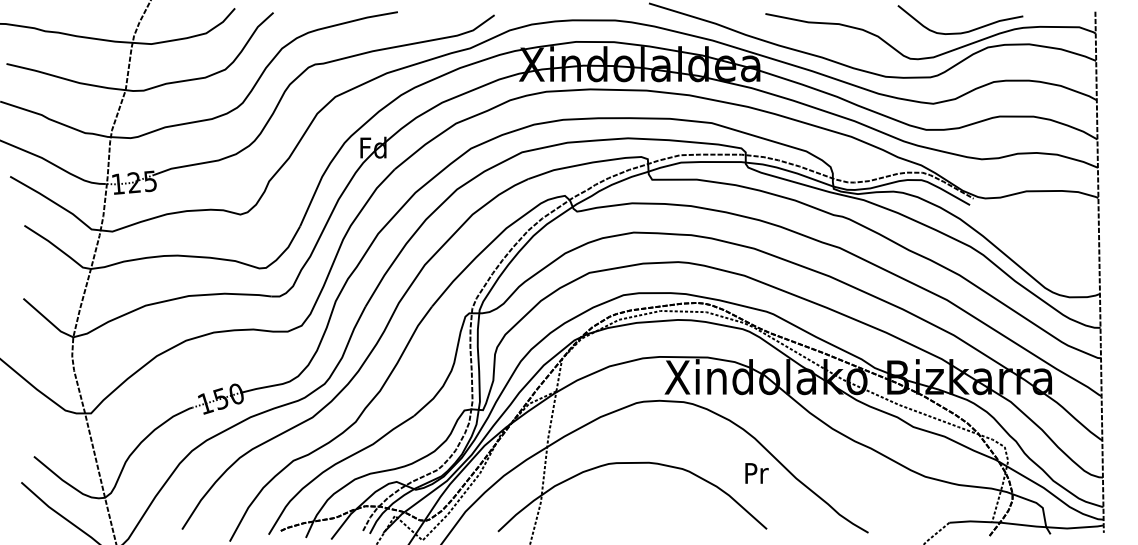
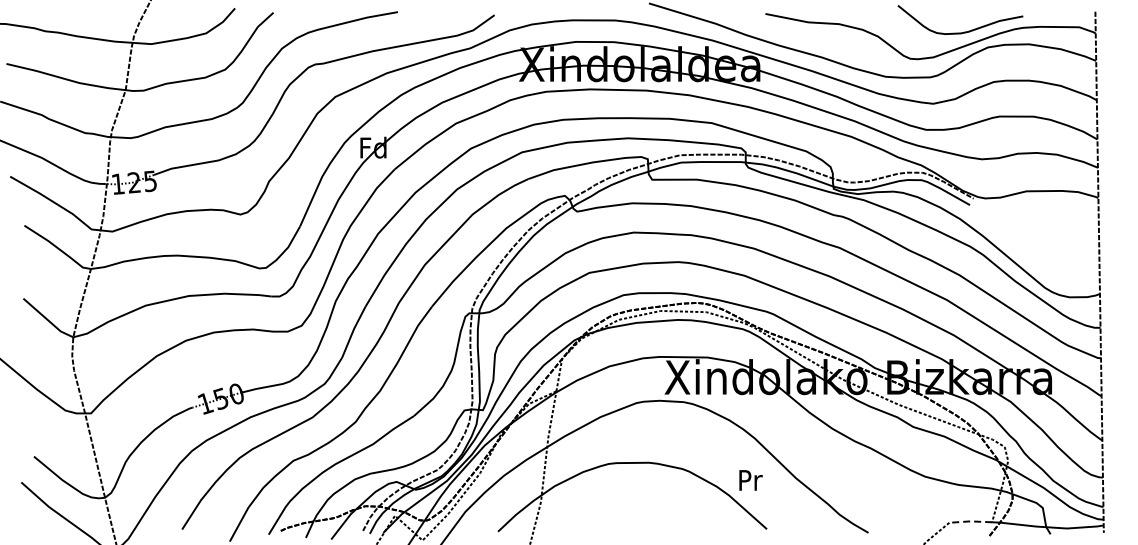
text at (756, 473) position: (756, 473) -> (750, 480)
line at (970, 521): solid -> dashed
